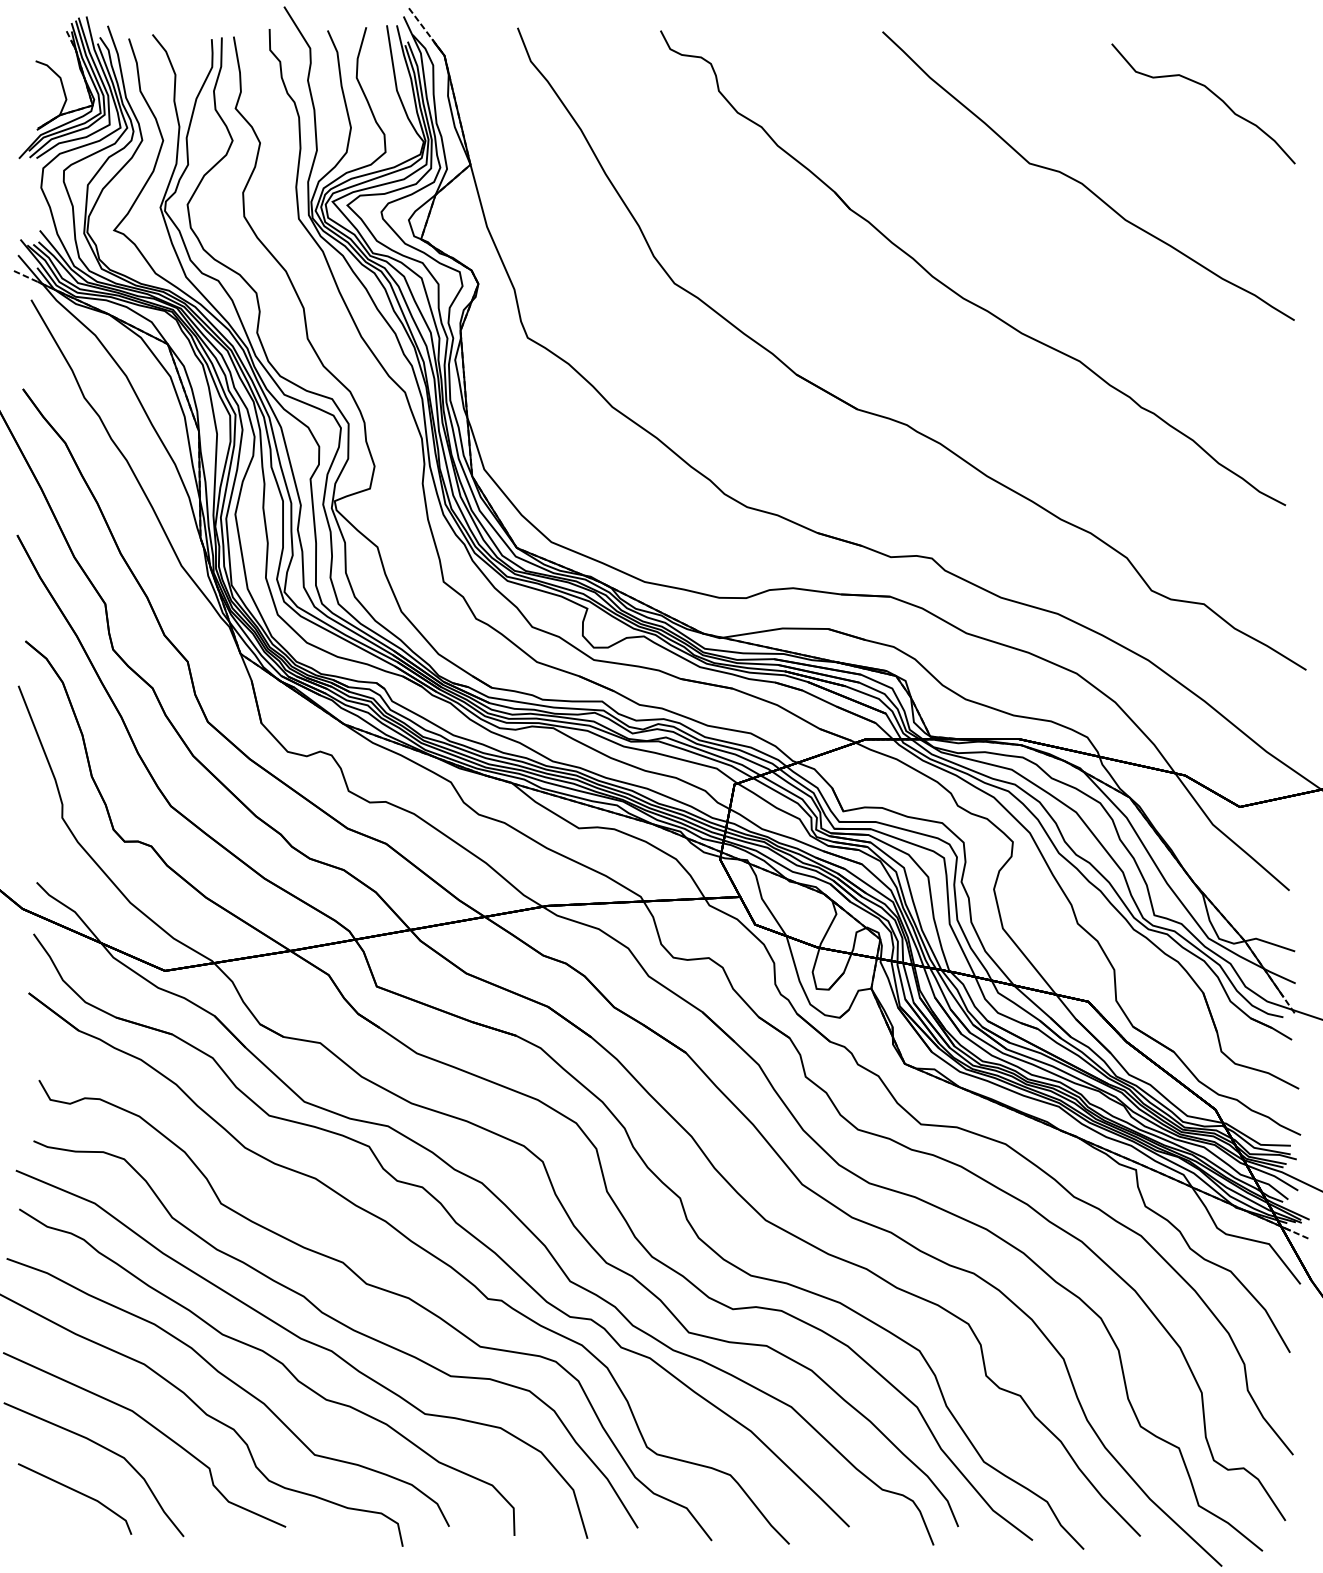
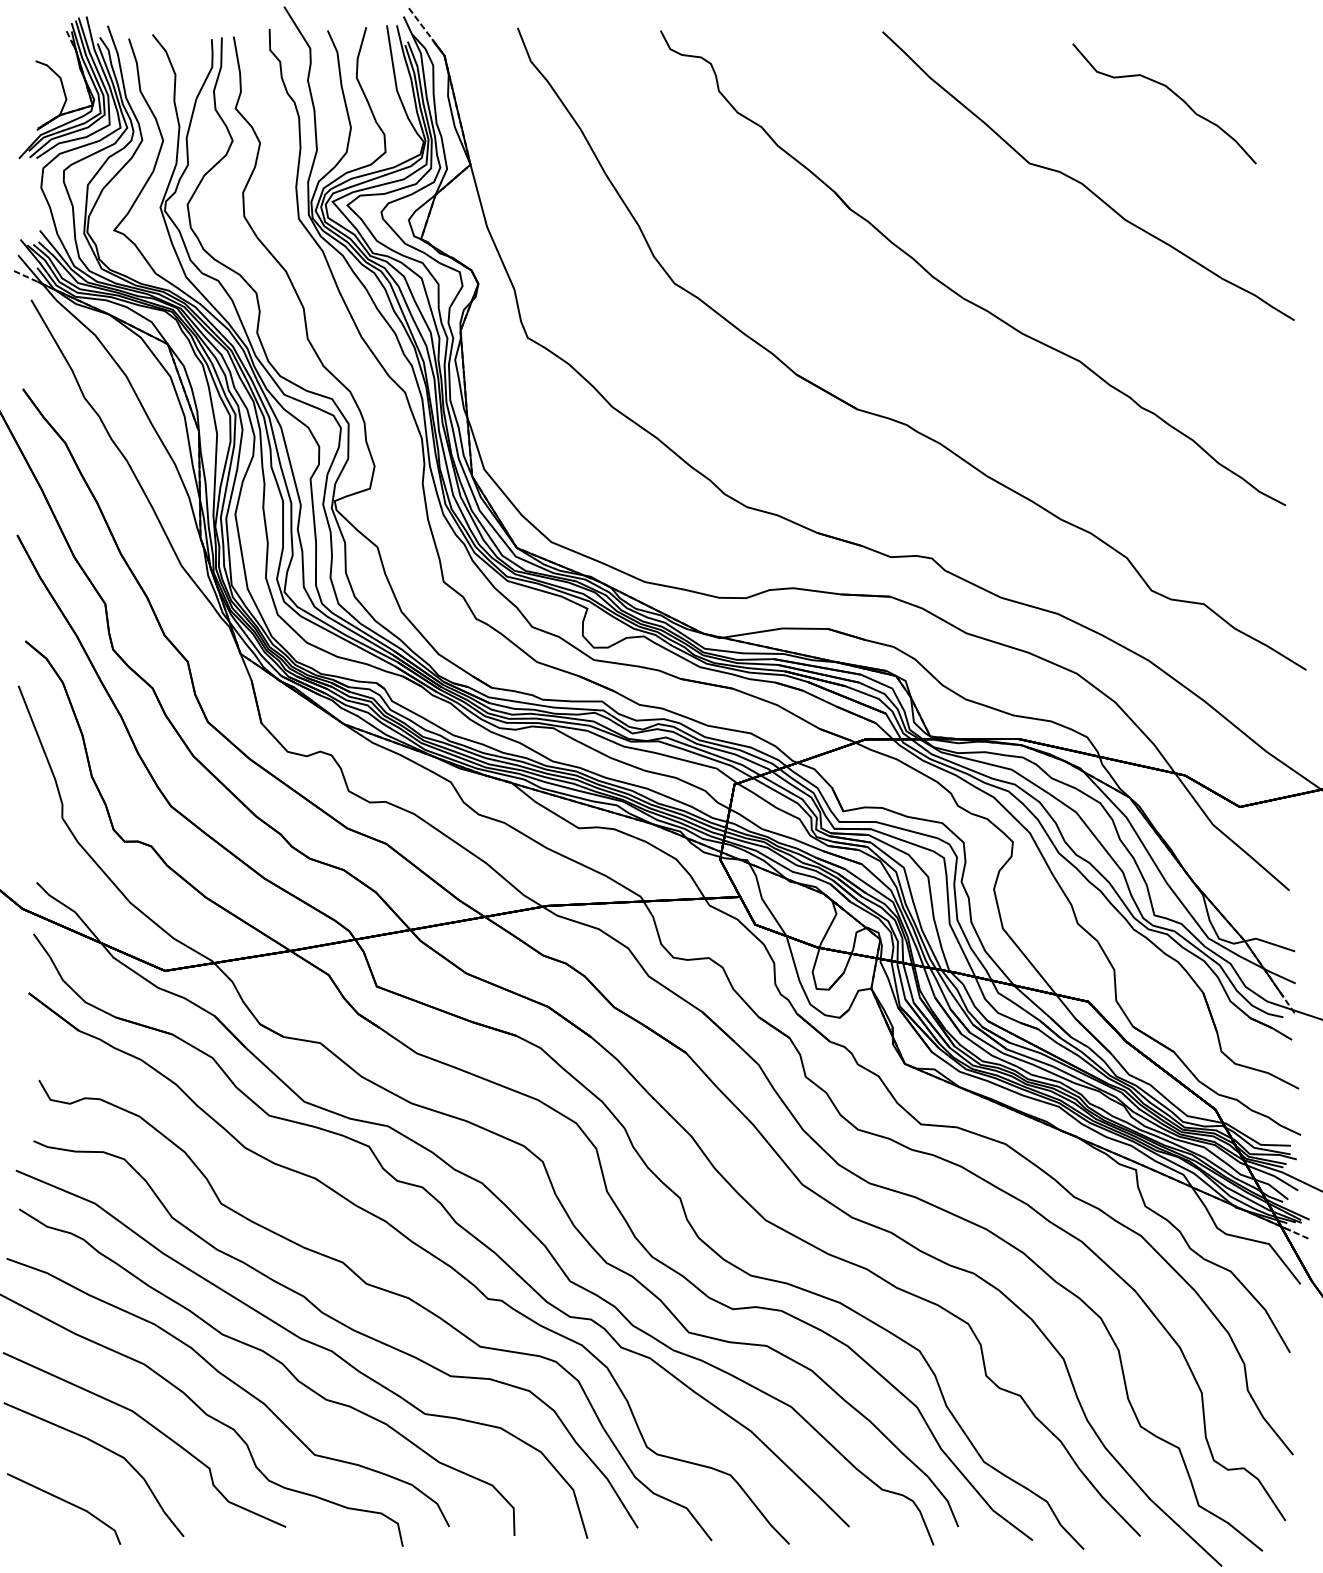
part at (1209, 91) position: (1209, 91) -> (1170, 91)
part at (76, 1492) position: (76, 1492) -> (65, 1502)
